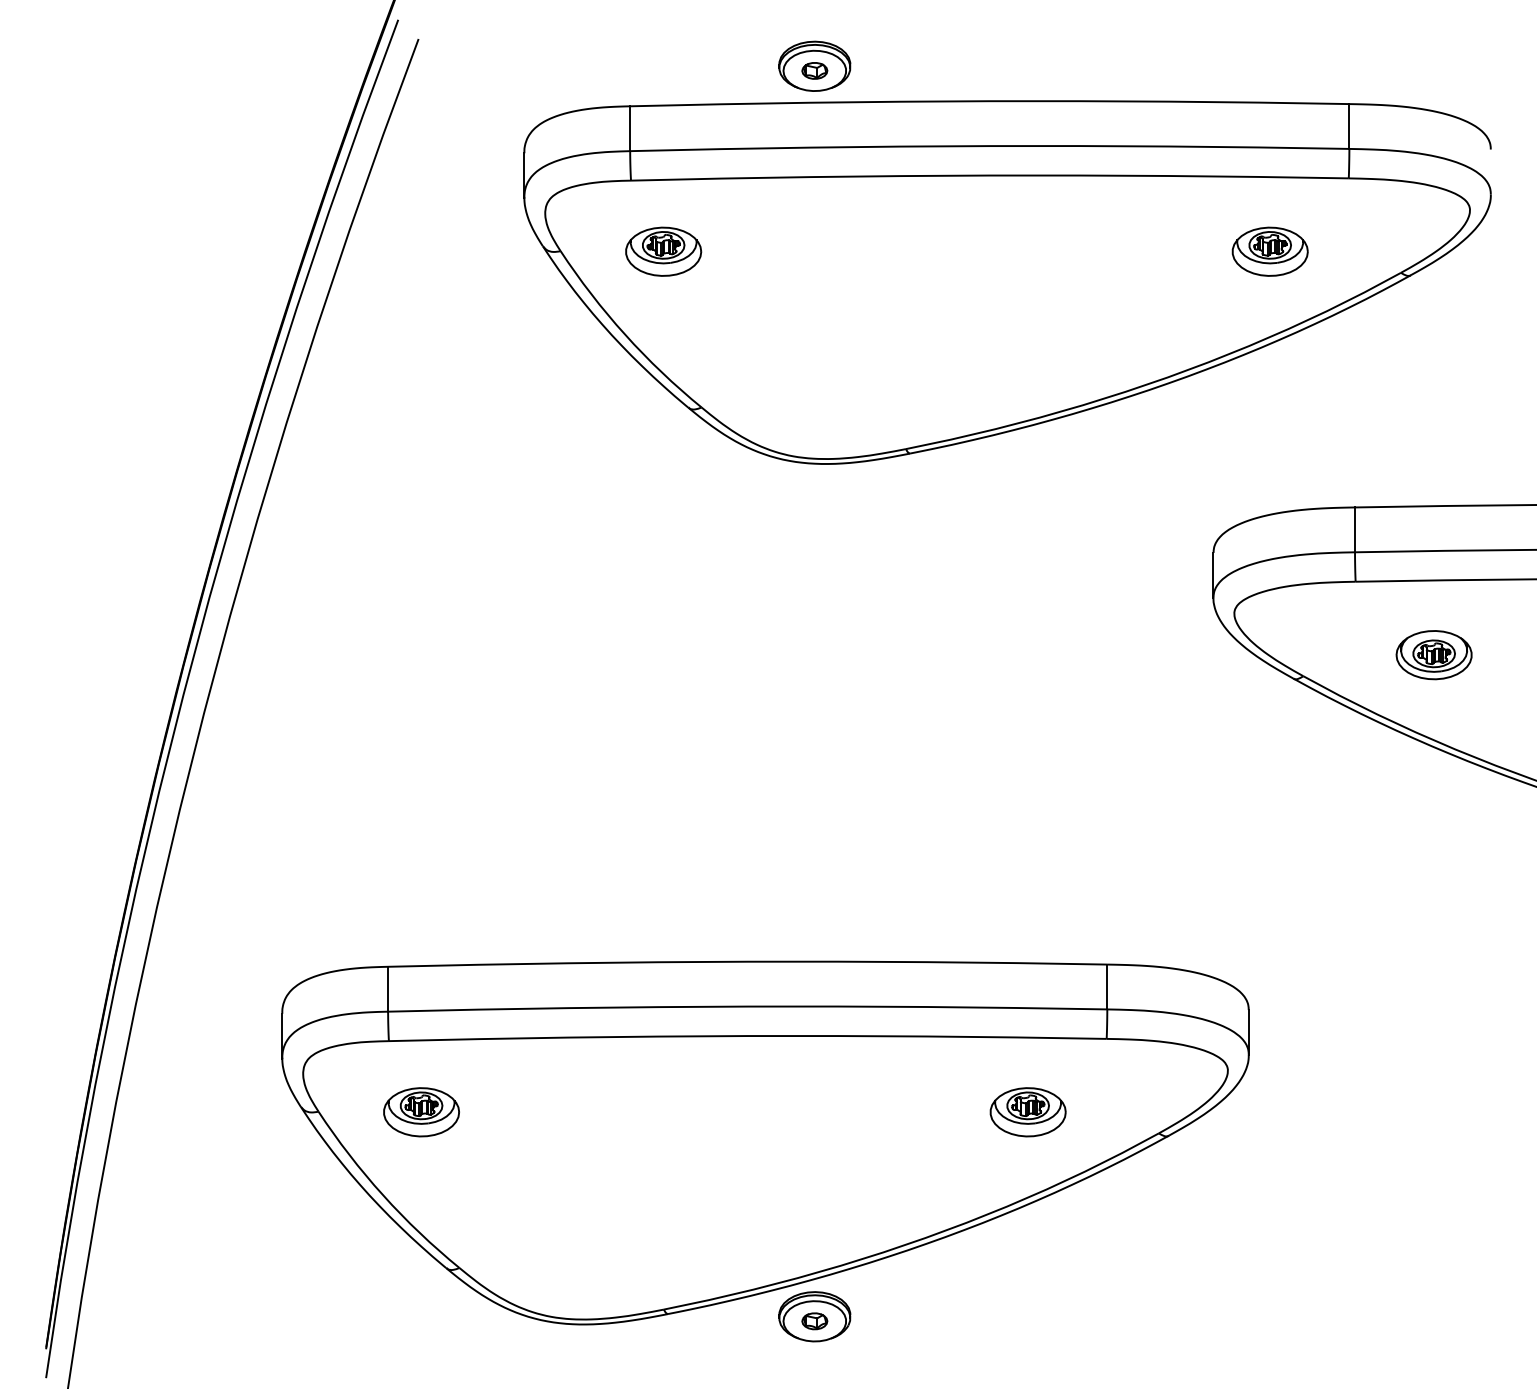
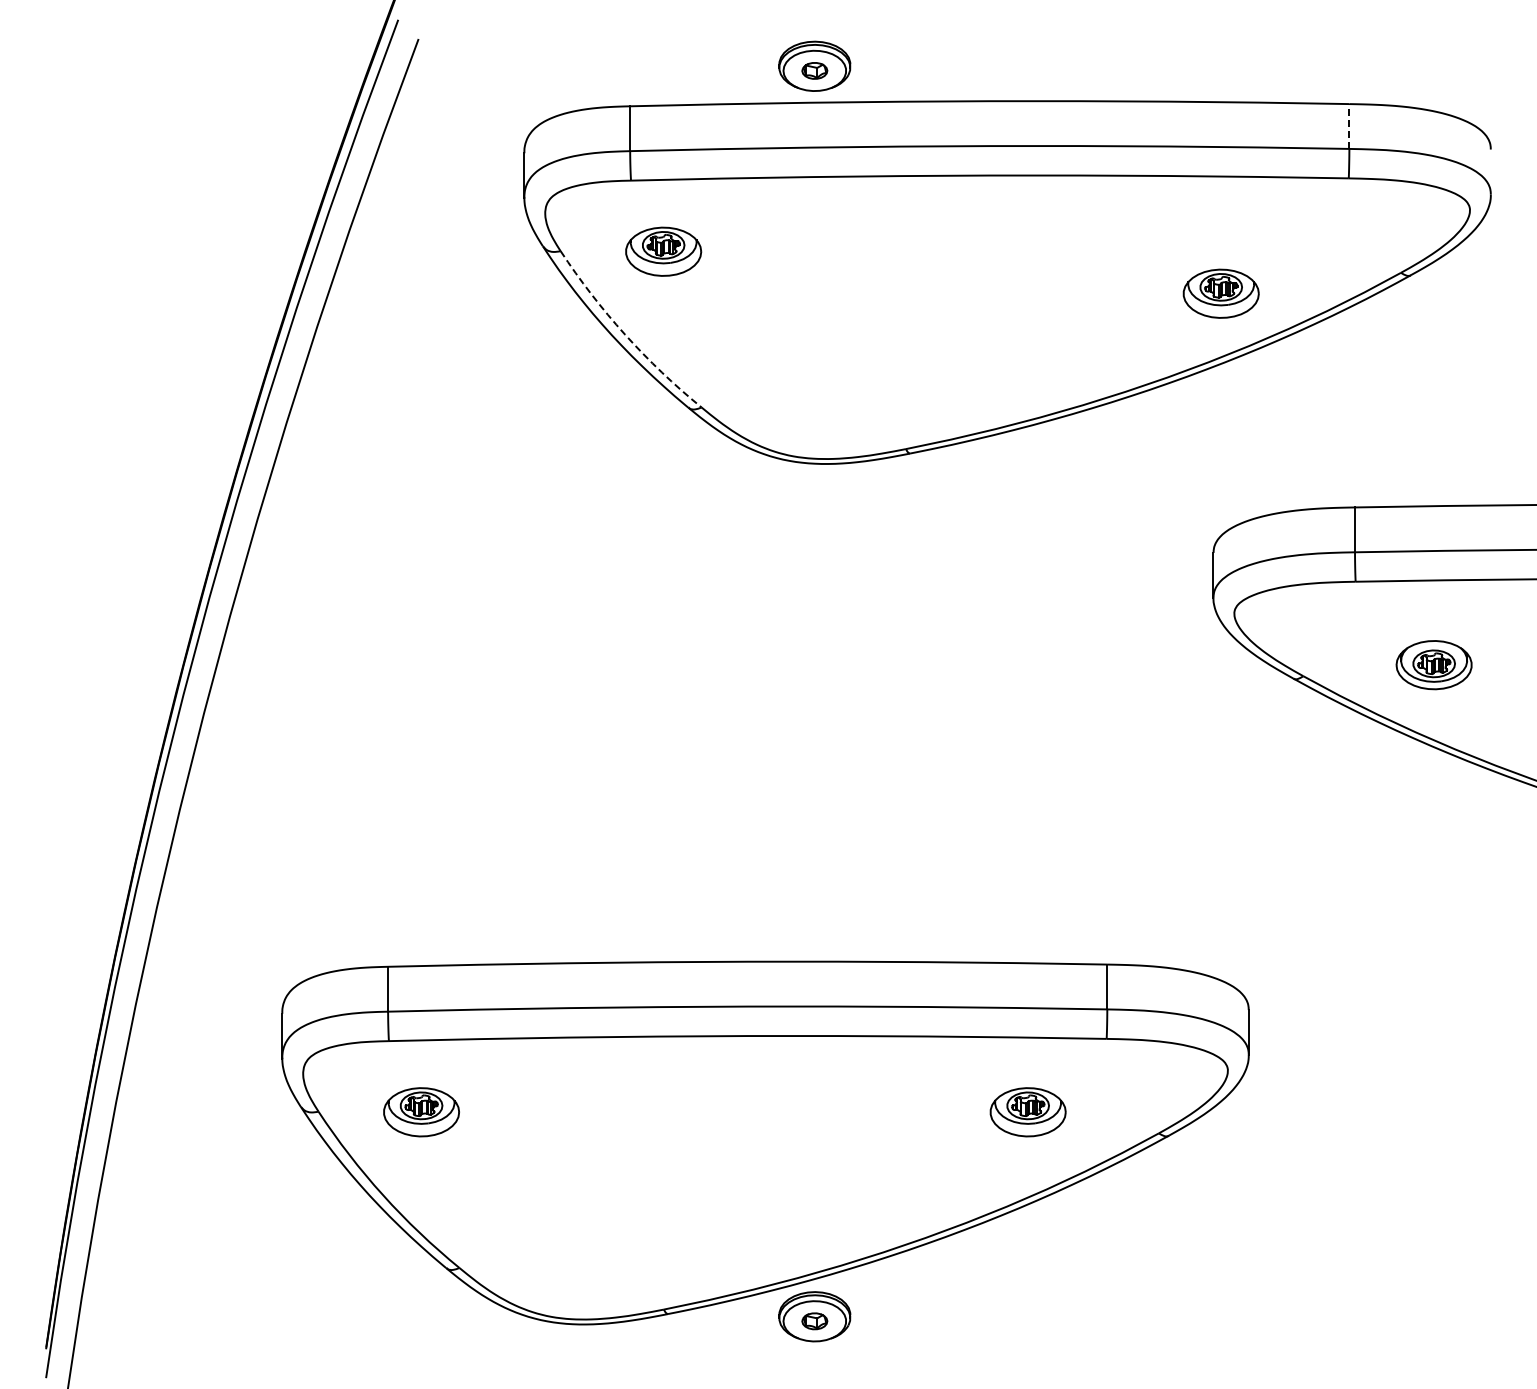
line at (1349, 126): solid -> dashed
part at (1269, 251) position: (1269, 251) -> (1220, 293)
arc at (625, 334): solid -> dashed
part at (1433, 655) position: (1433, 655) -> (1433, 665)
